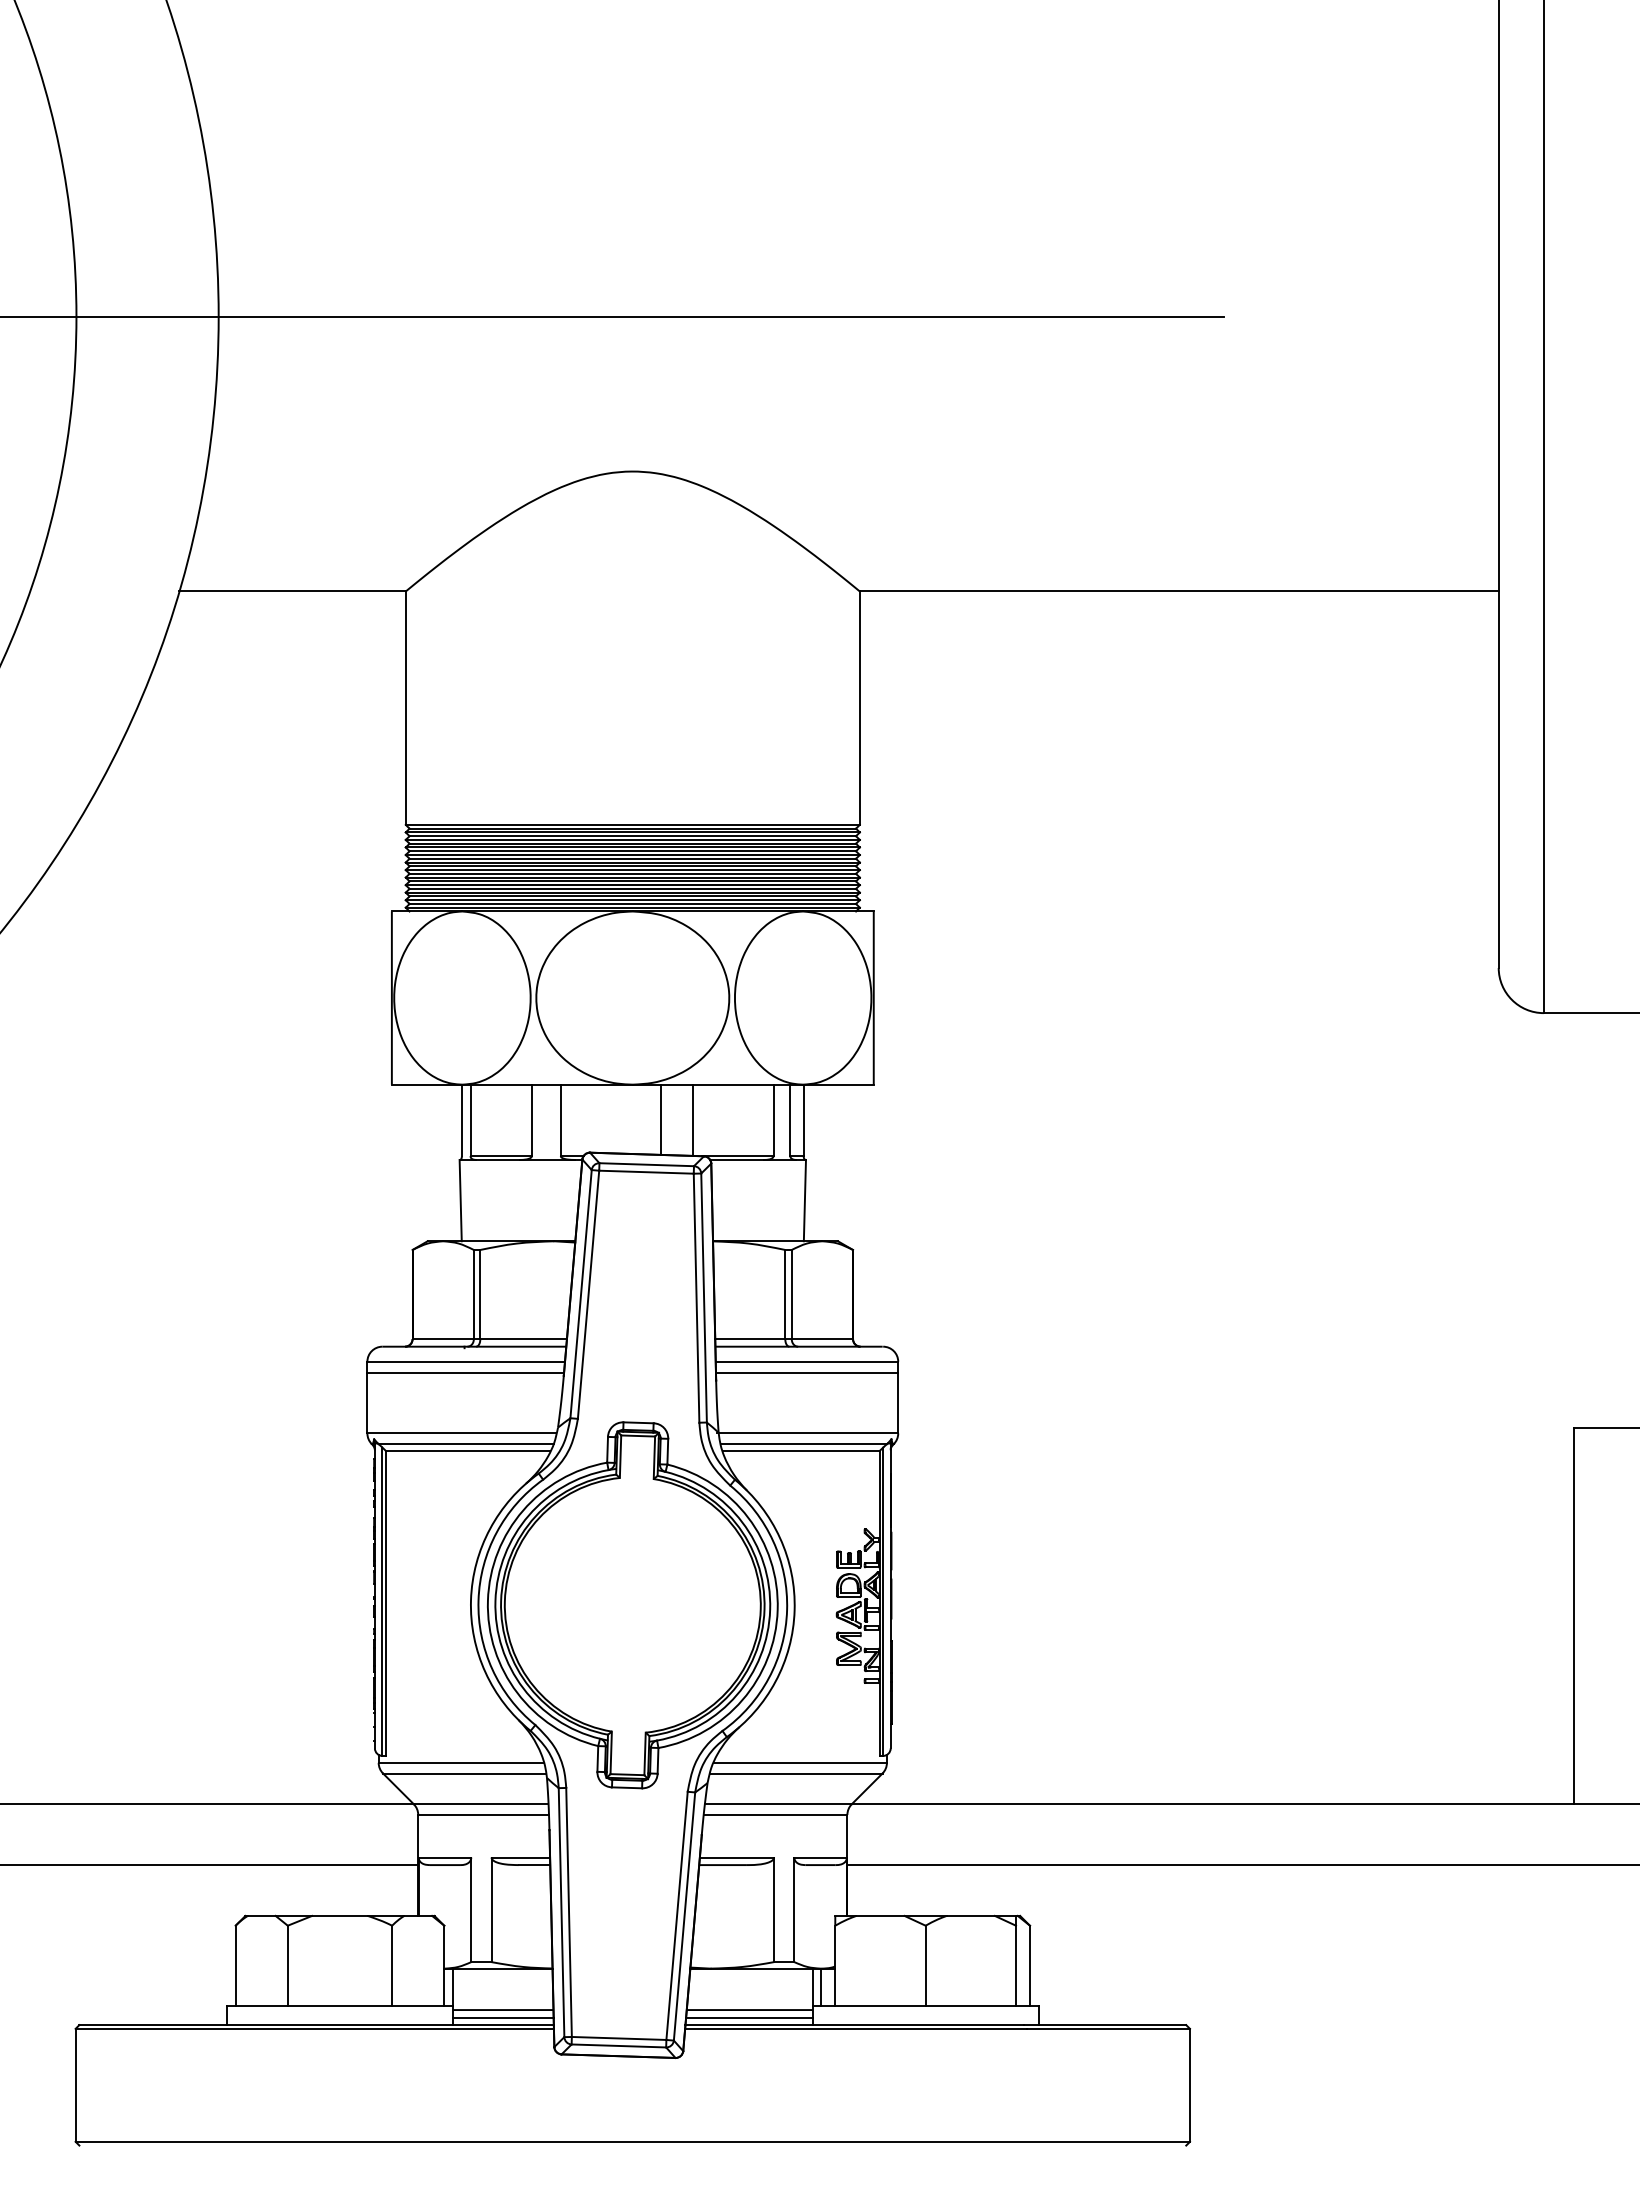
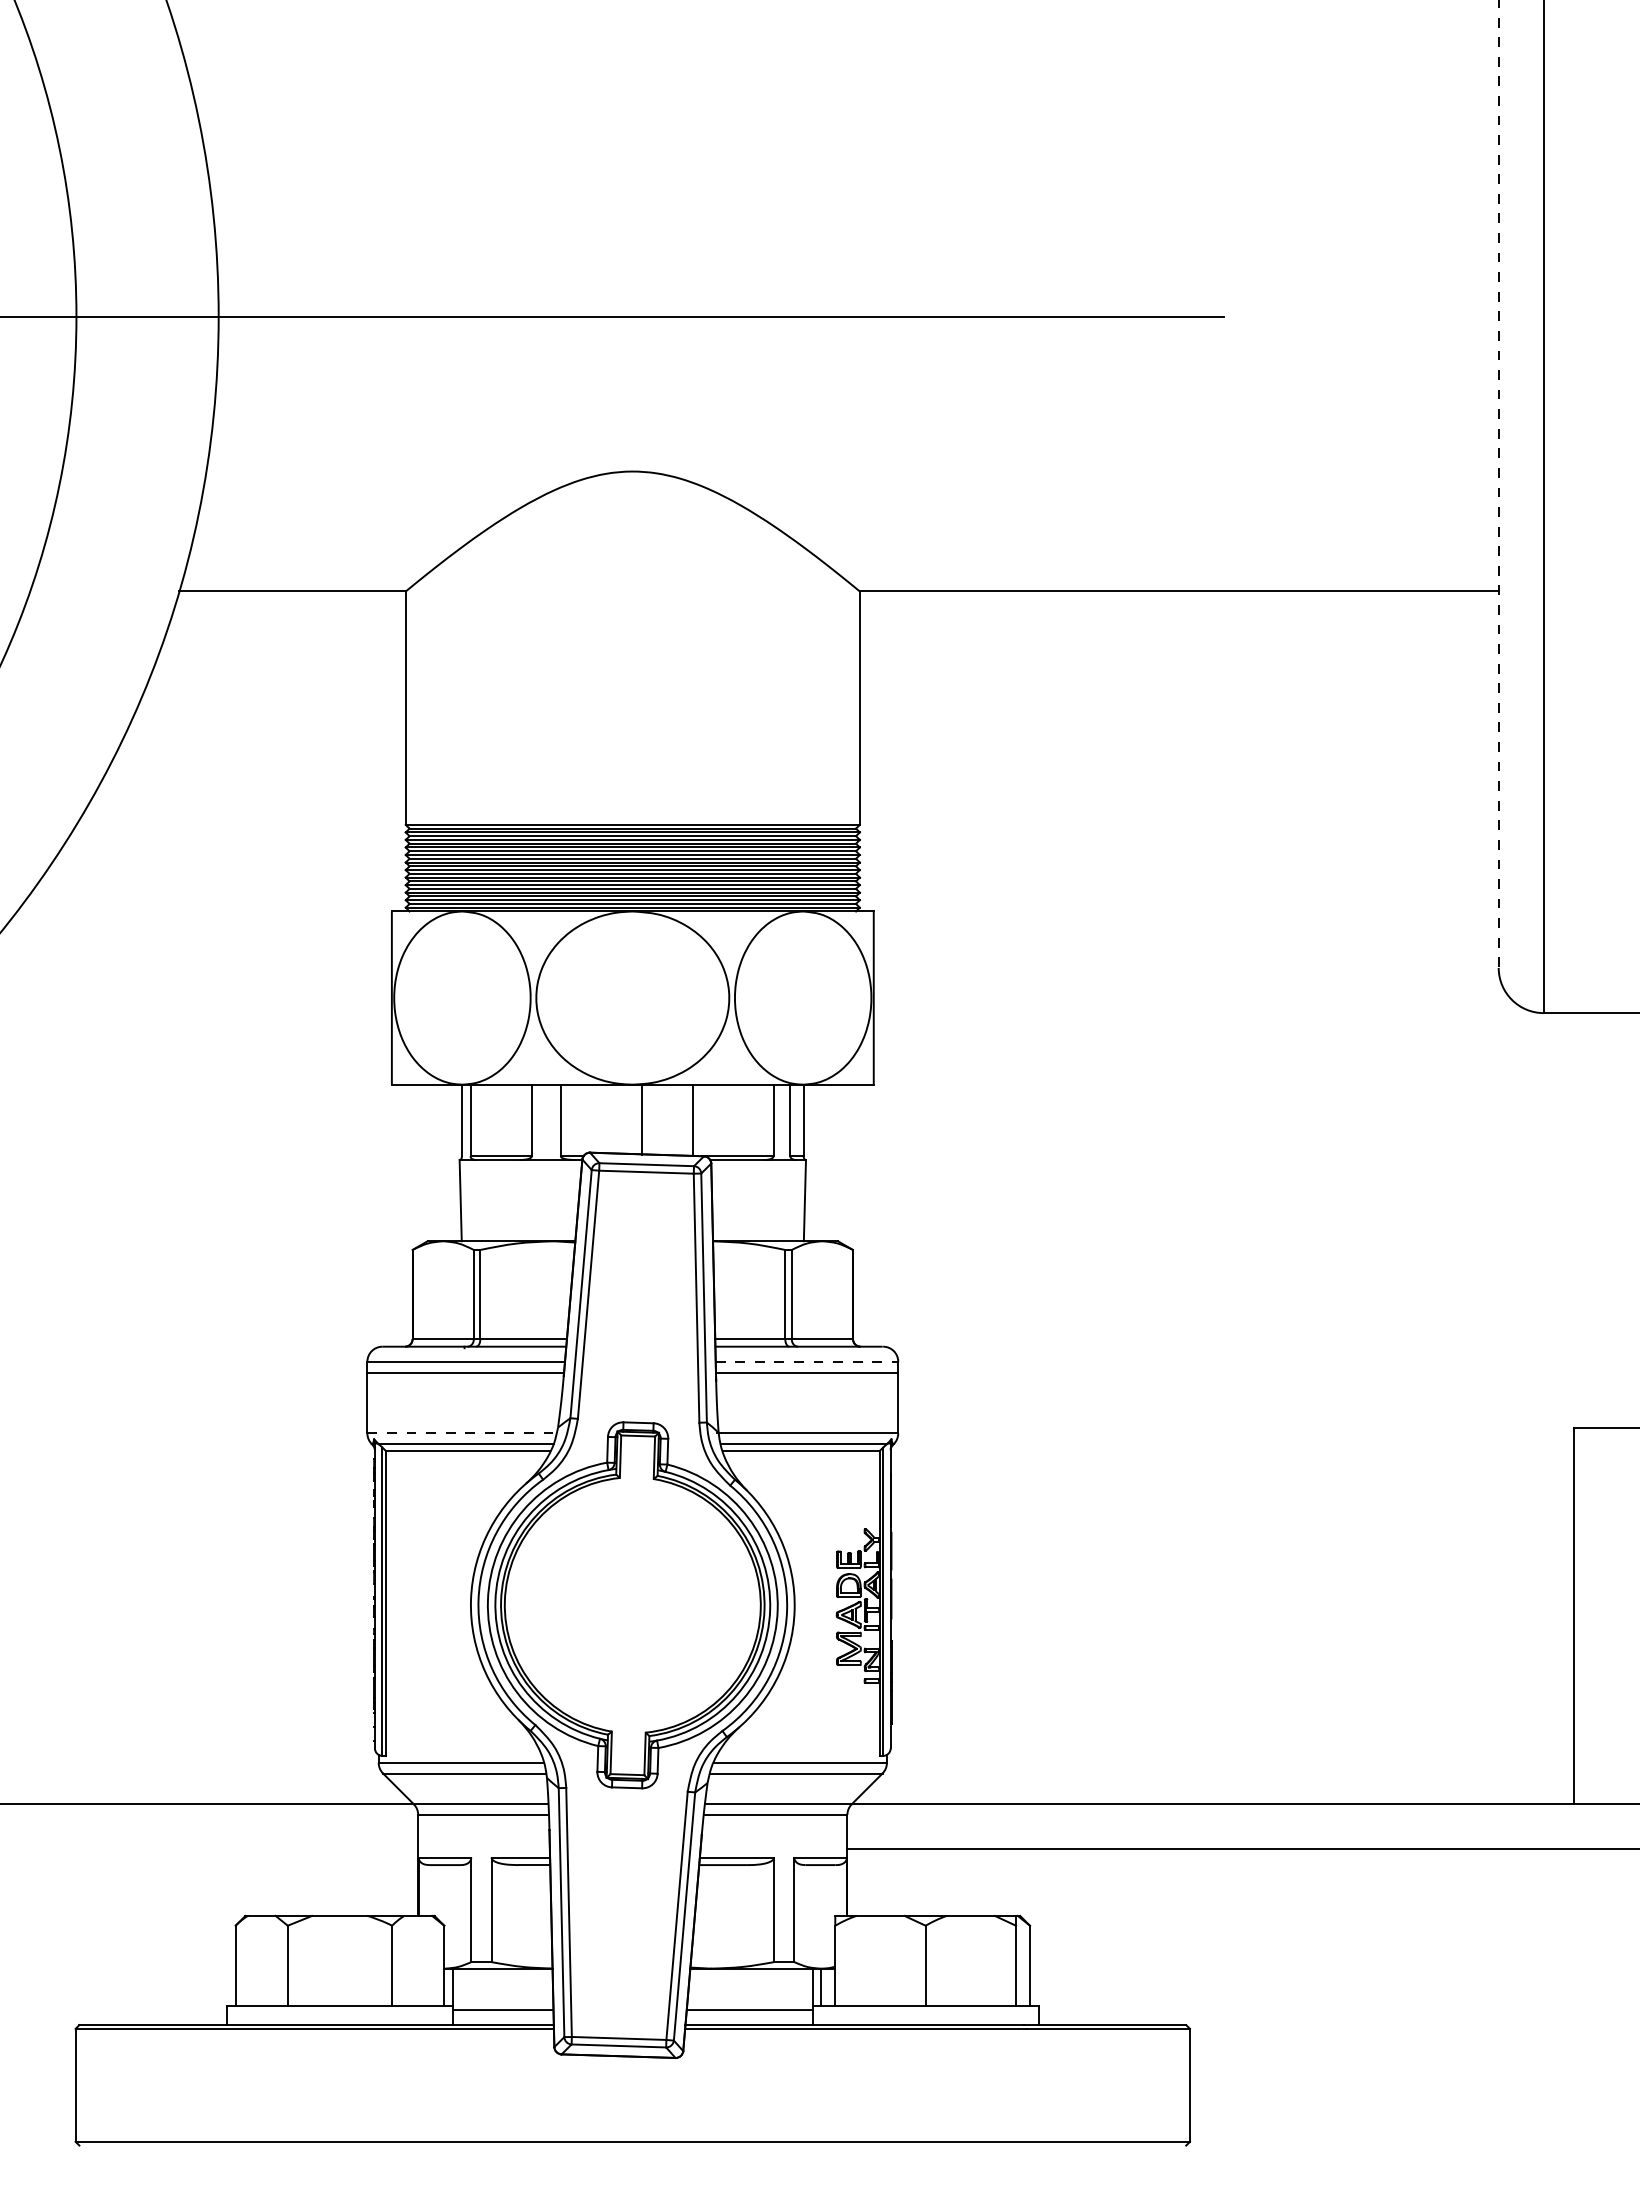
line at (1498, 484): solid -> dashed
line at (660, 1119) position: (660, 1119) -> (641, 1119)
line at (807, 1361): solid -> dashed
line at (461, 1433): solid -> dashed
line at (210, 1864): present -> none
line at (1241, 1864) position: (1241, 1864) -> (1241, 1848)
line at (502, 2017): present -> none
line at (749, 2017): present -> none
